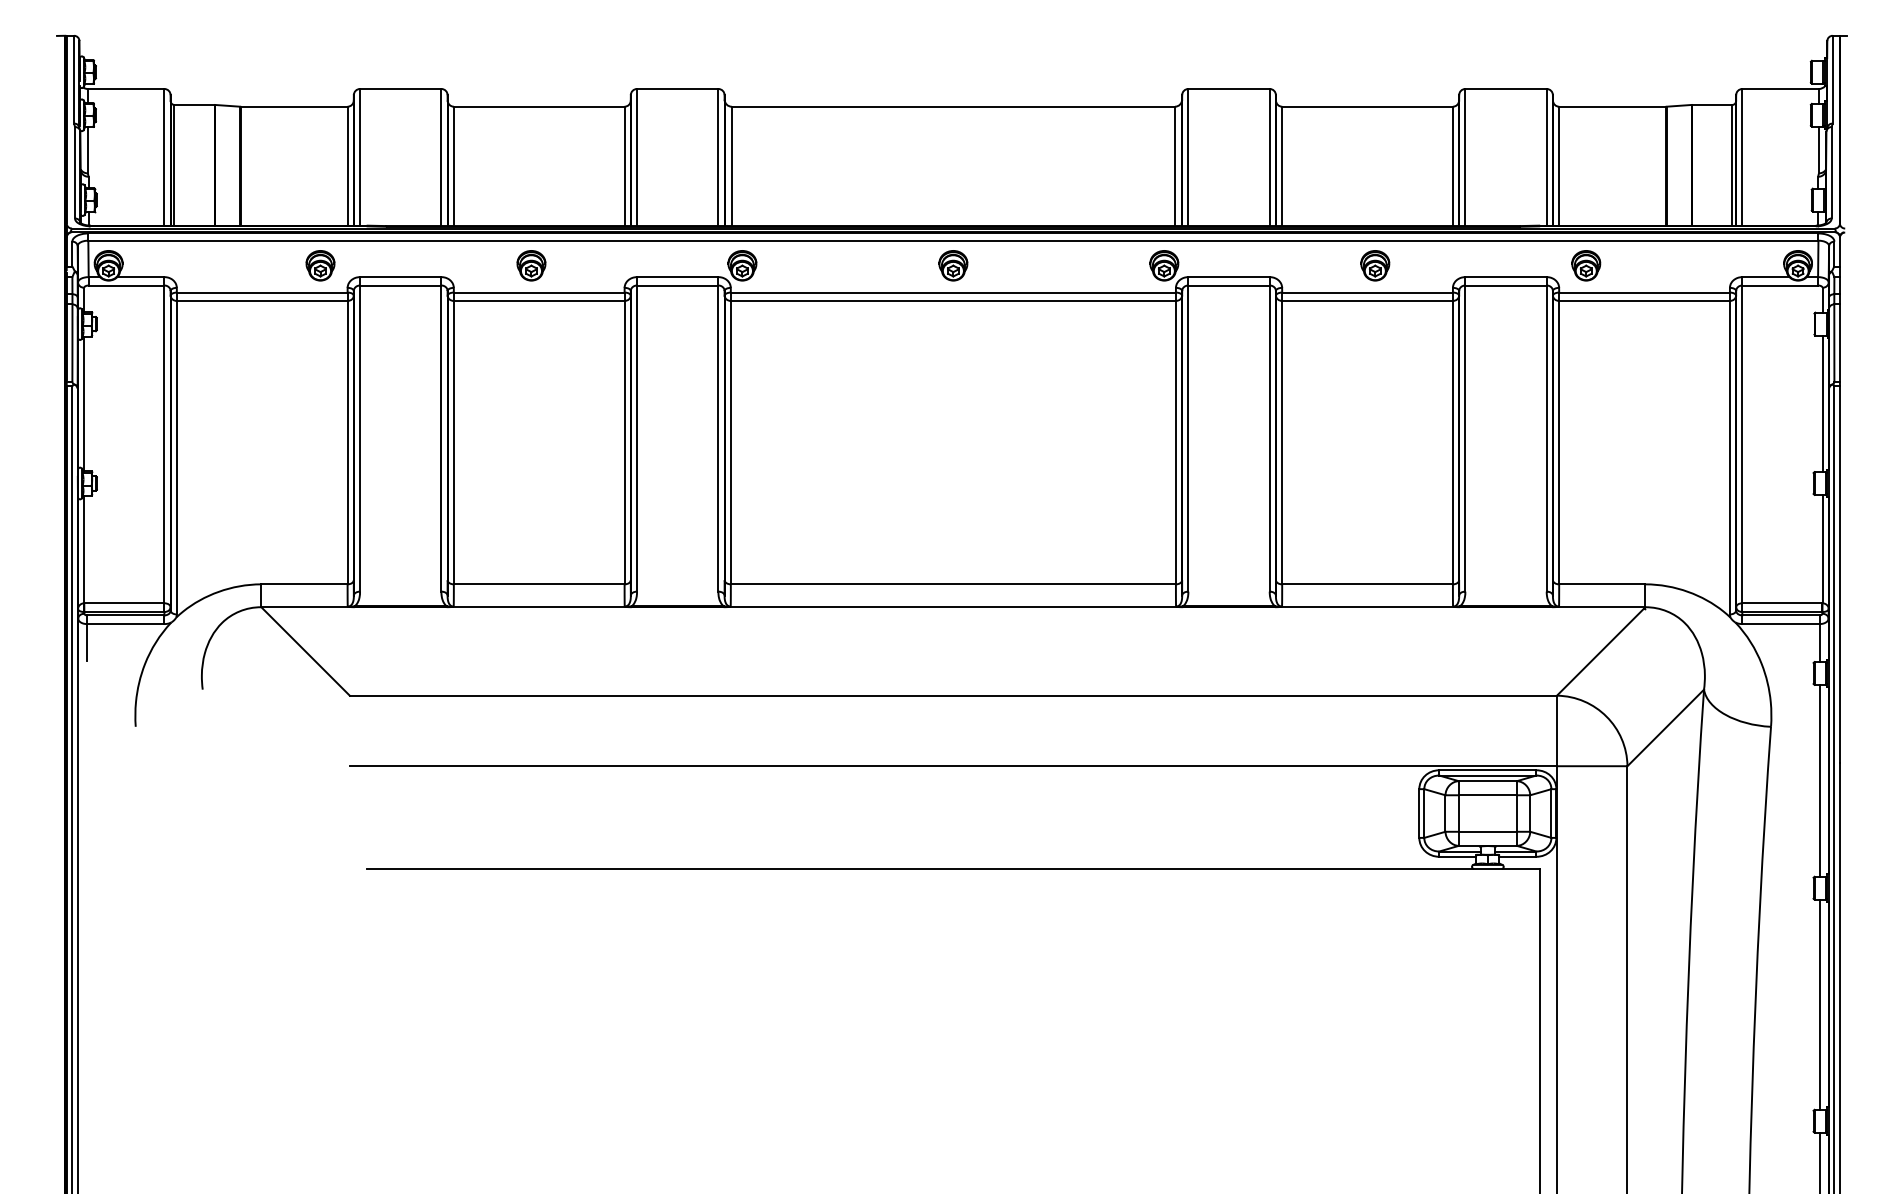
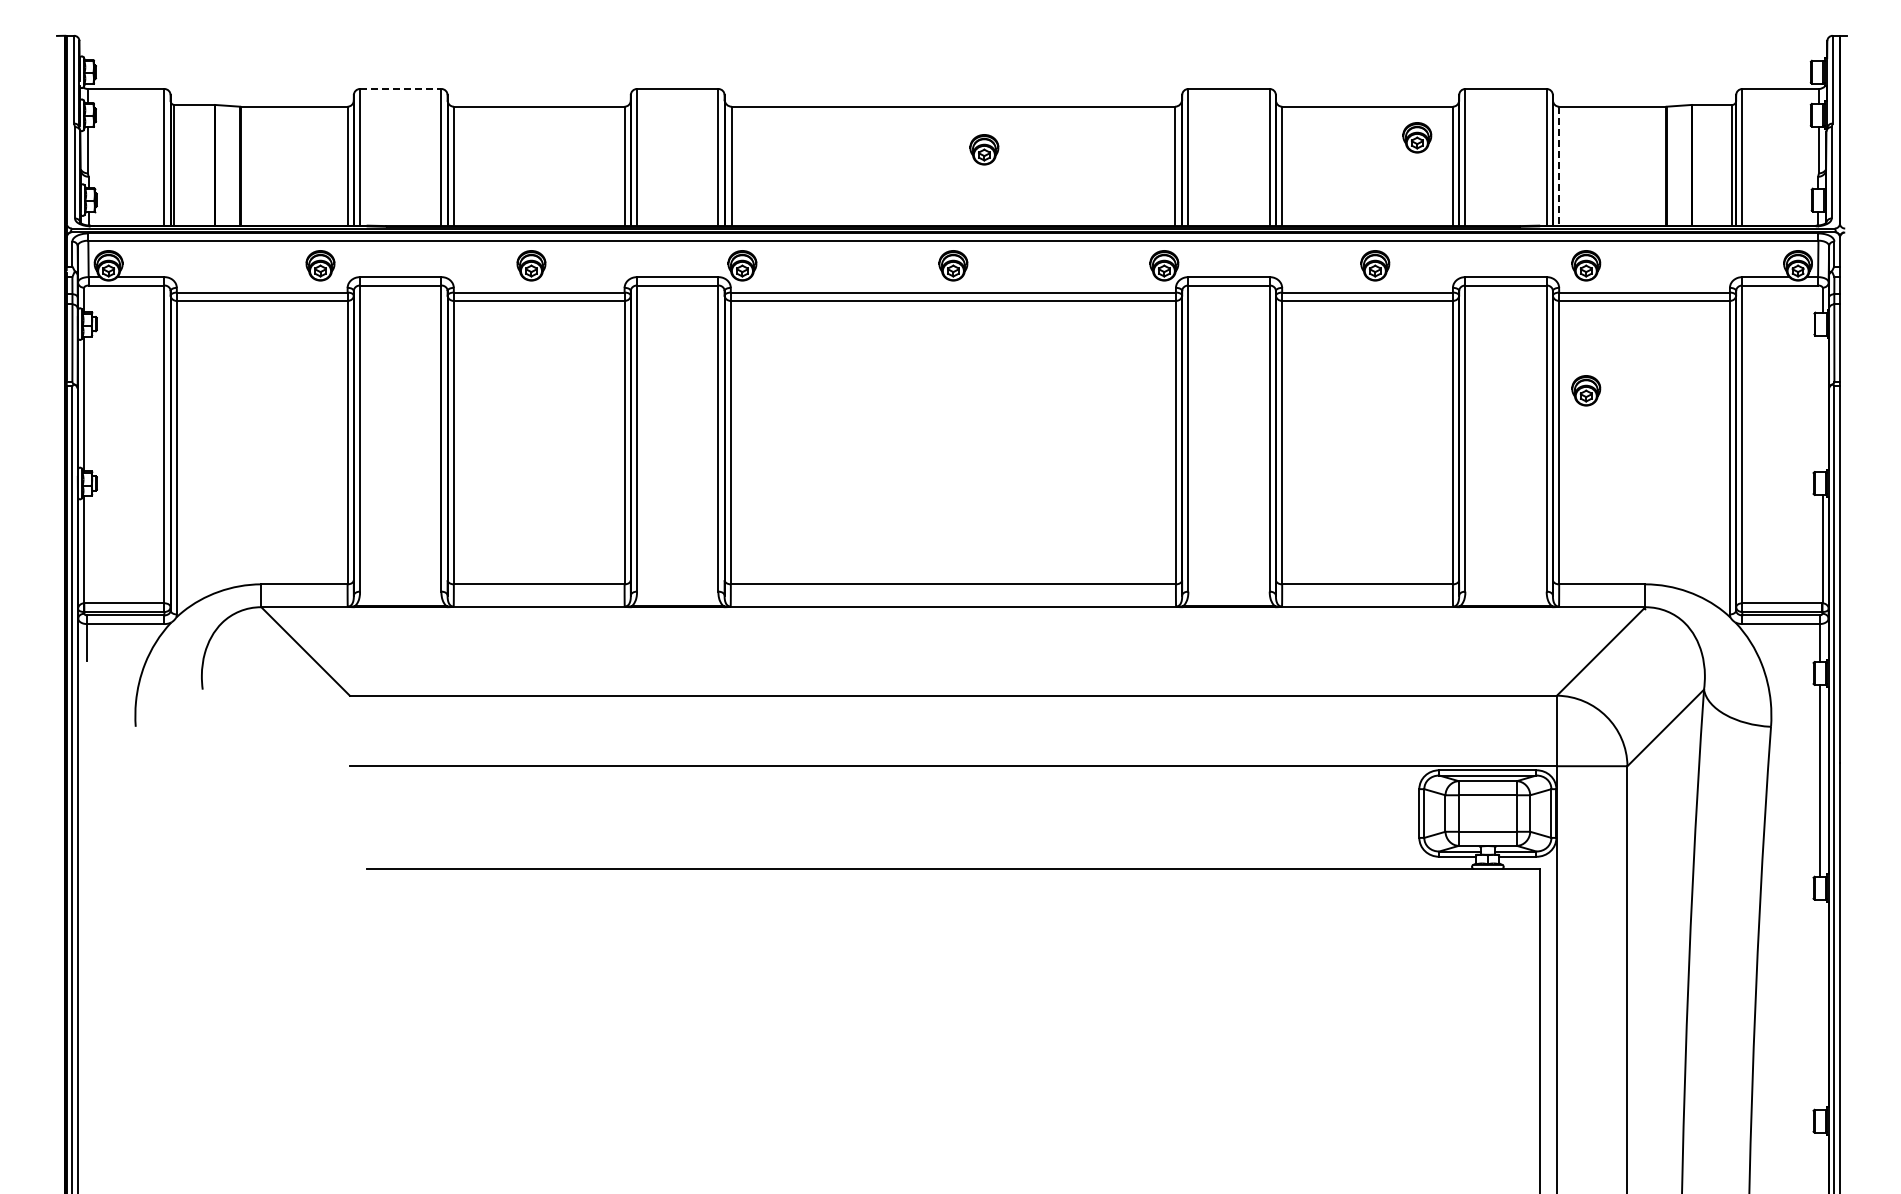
line at (400, 88): solid -> dashed
part at (1417, 137): none -> present
part at (984, 149): none -> present
line at (1559, 166): solid -> dashed
part at (1586, 390): none -> present
line at (1822, 403): present -> none
line at (1819, 1004): present -> none
line at (1819, 1161): present -> none
